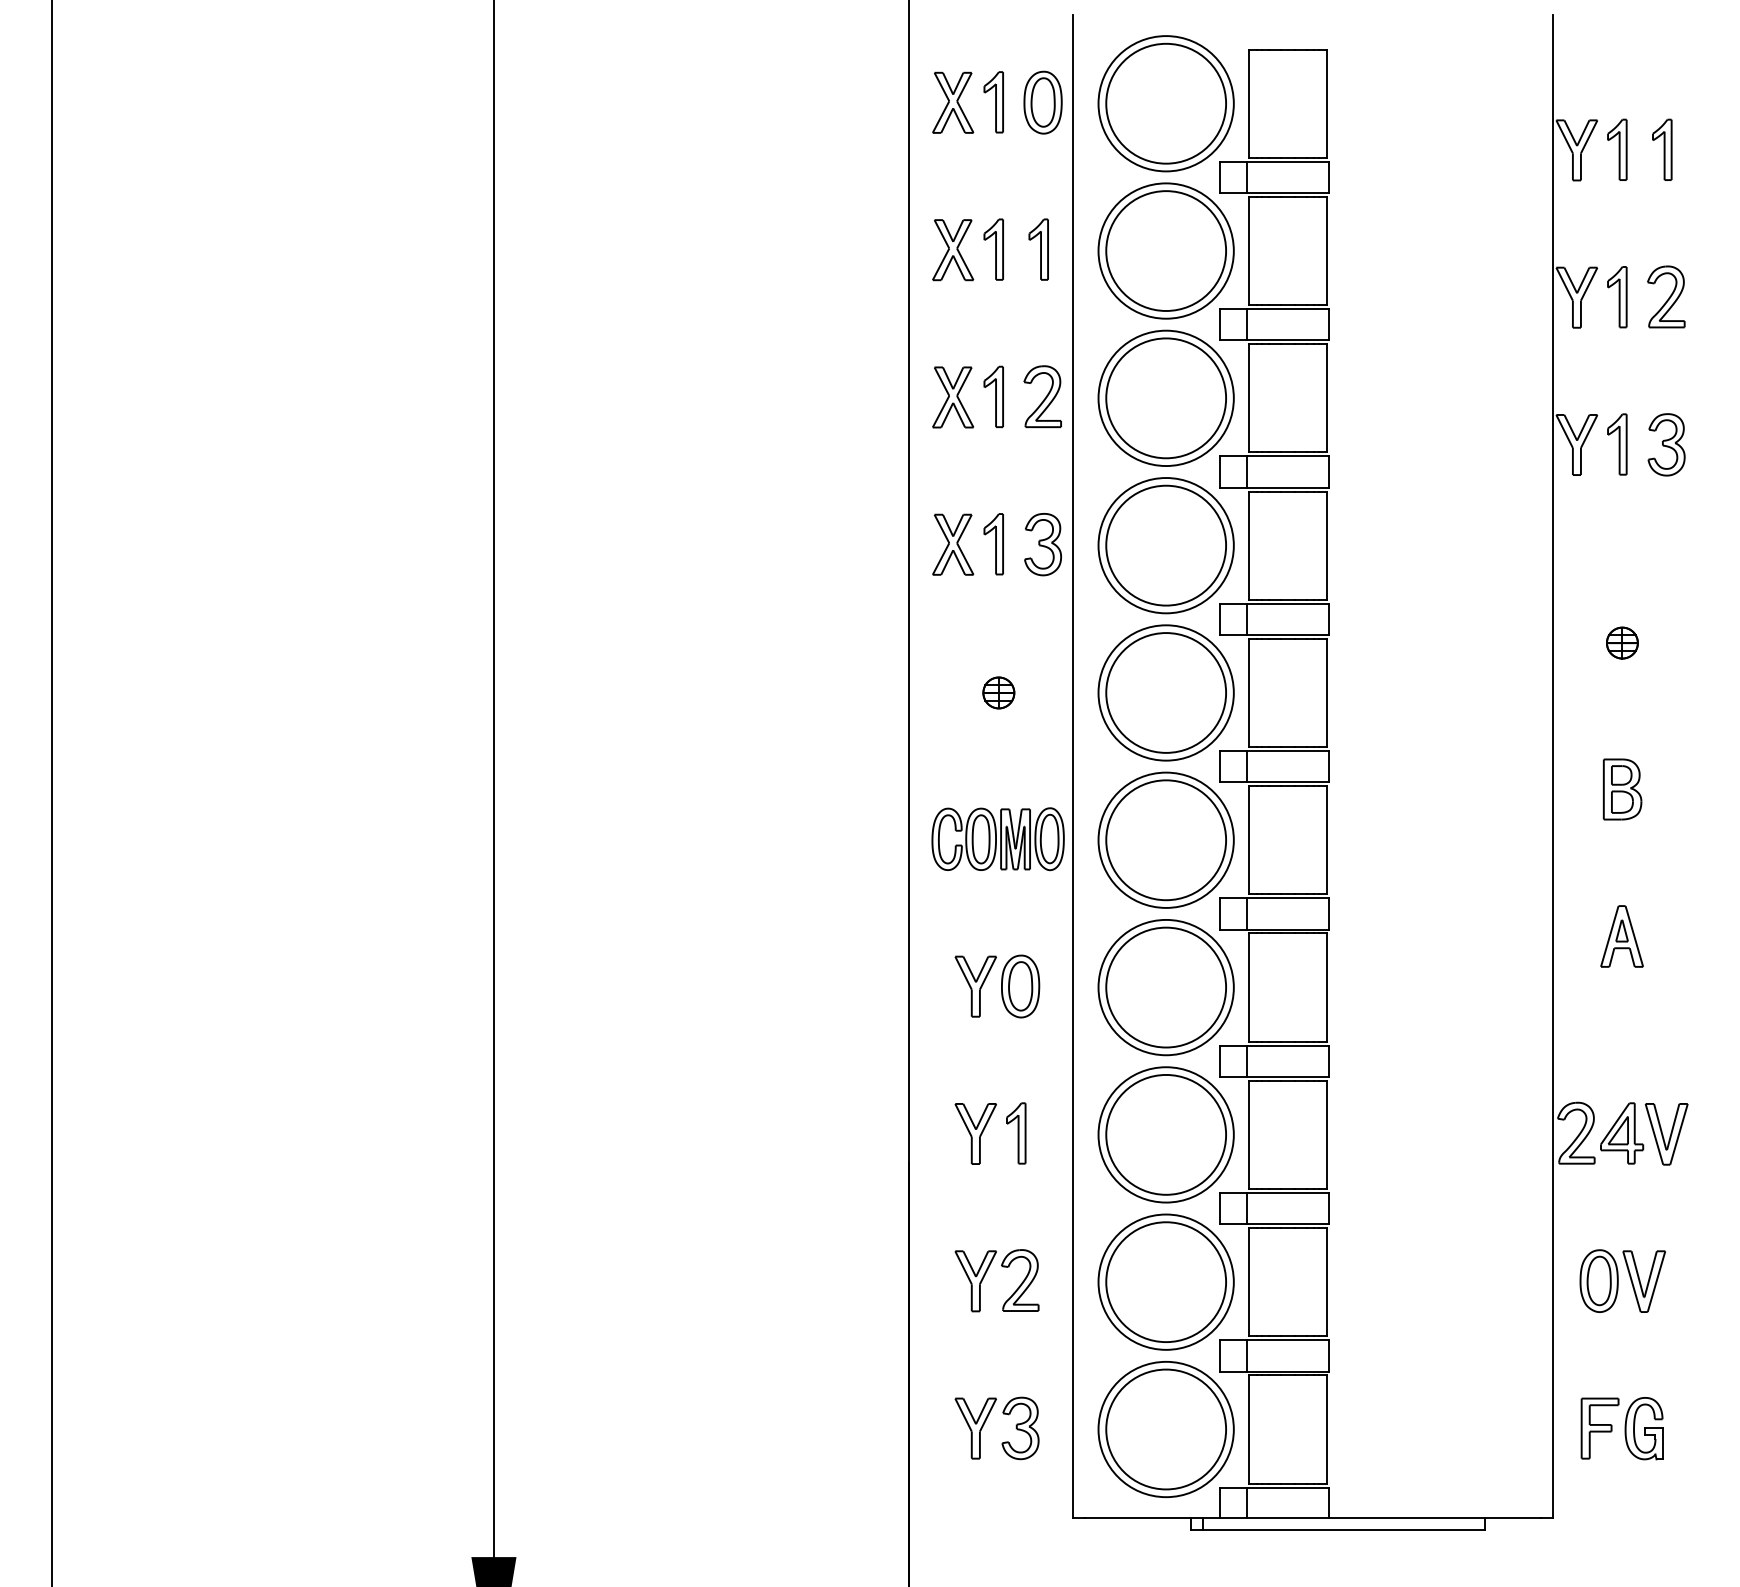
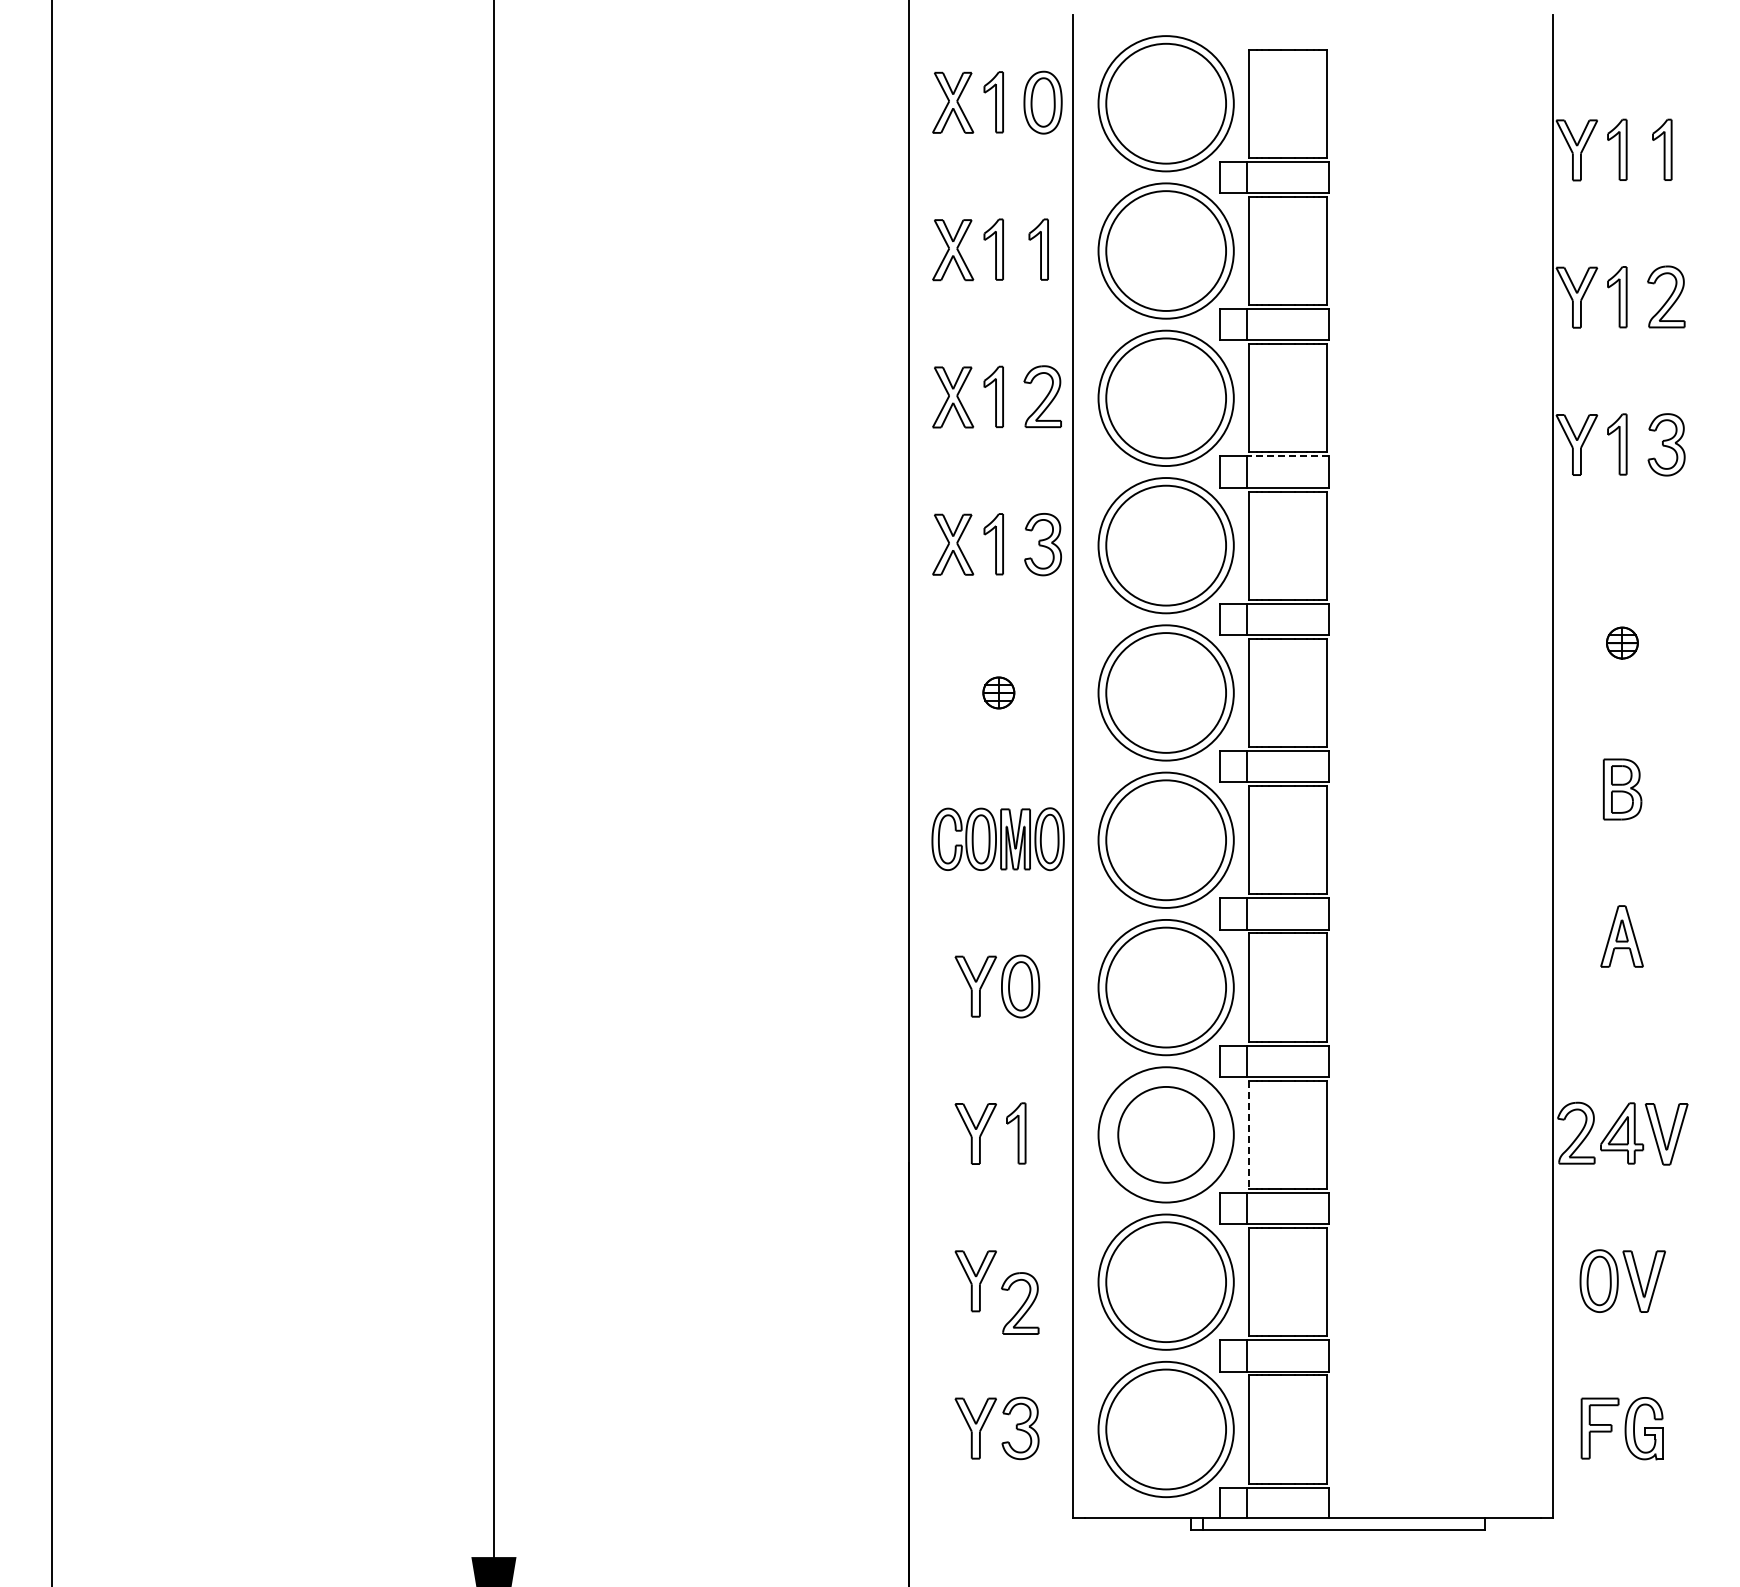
line at (1287, 456): solid -> dashed
circle at (1166, 1134) diameter: 120 px -> 96 px
line at (1249, 1135): solid -> dashed
part at (1020, 1280) position: (1020, 1280) -> (1020, 1303)
